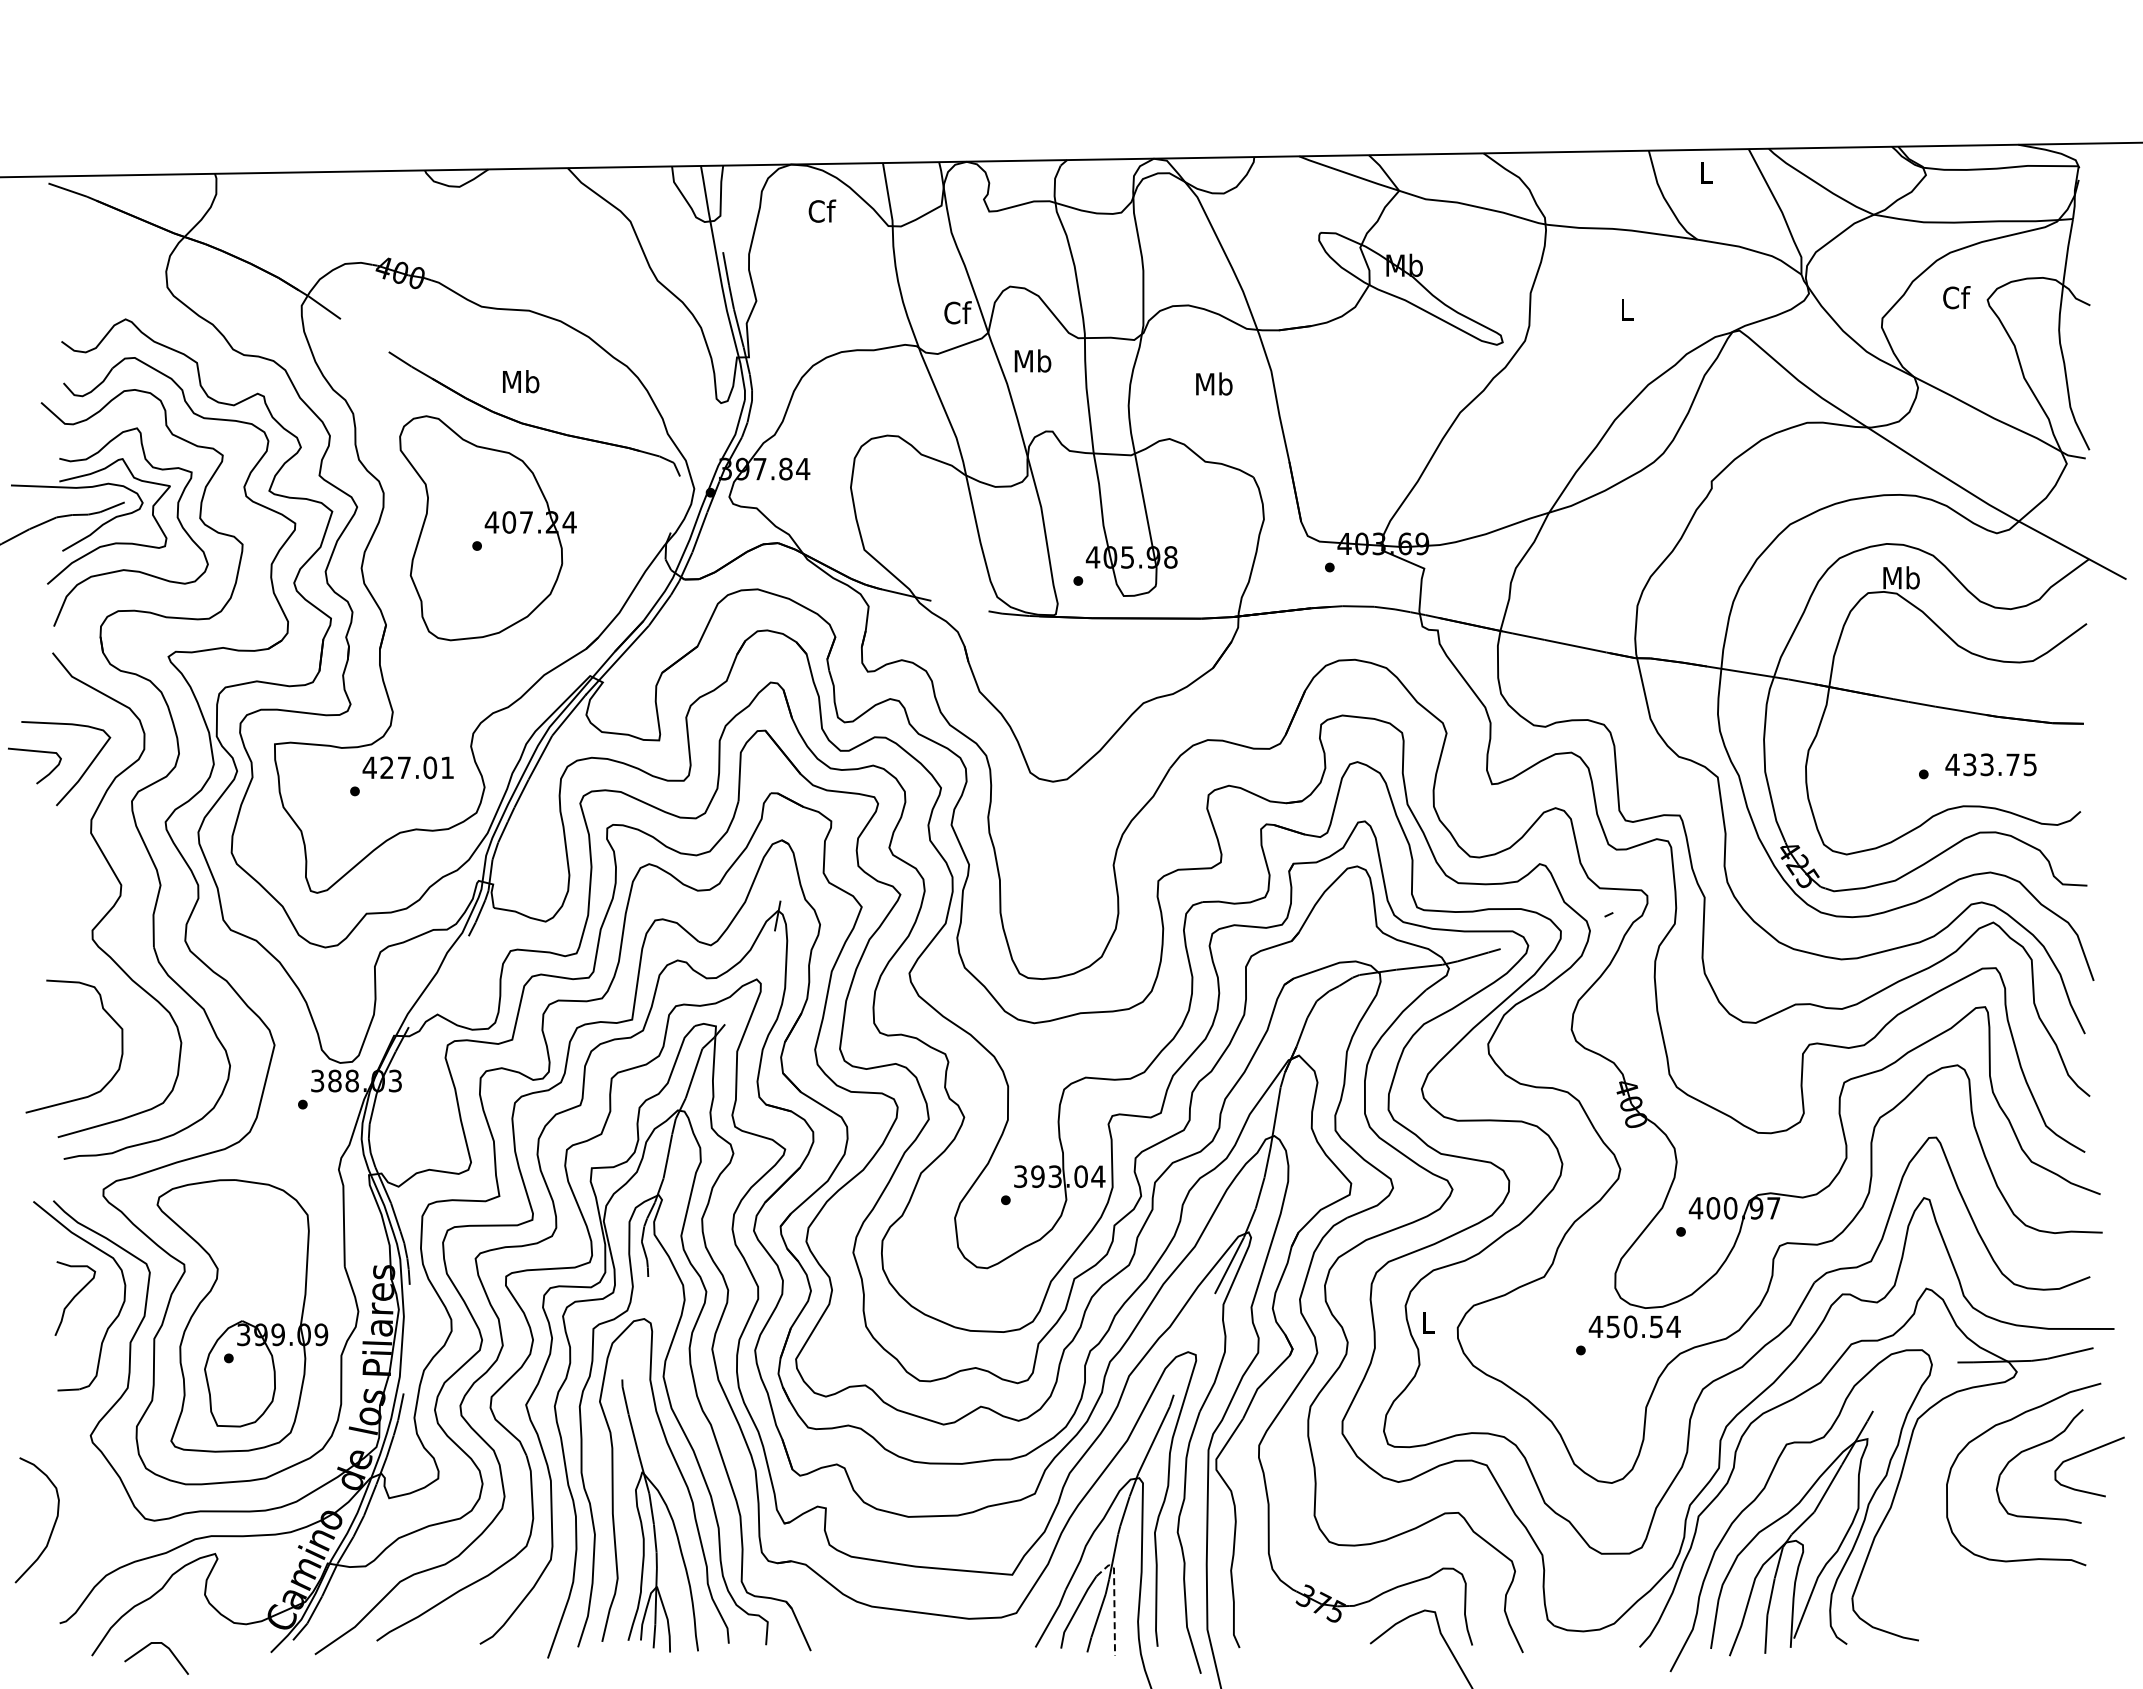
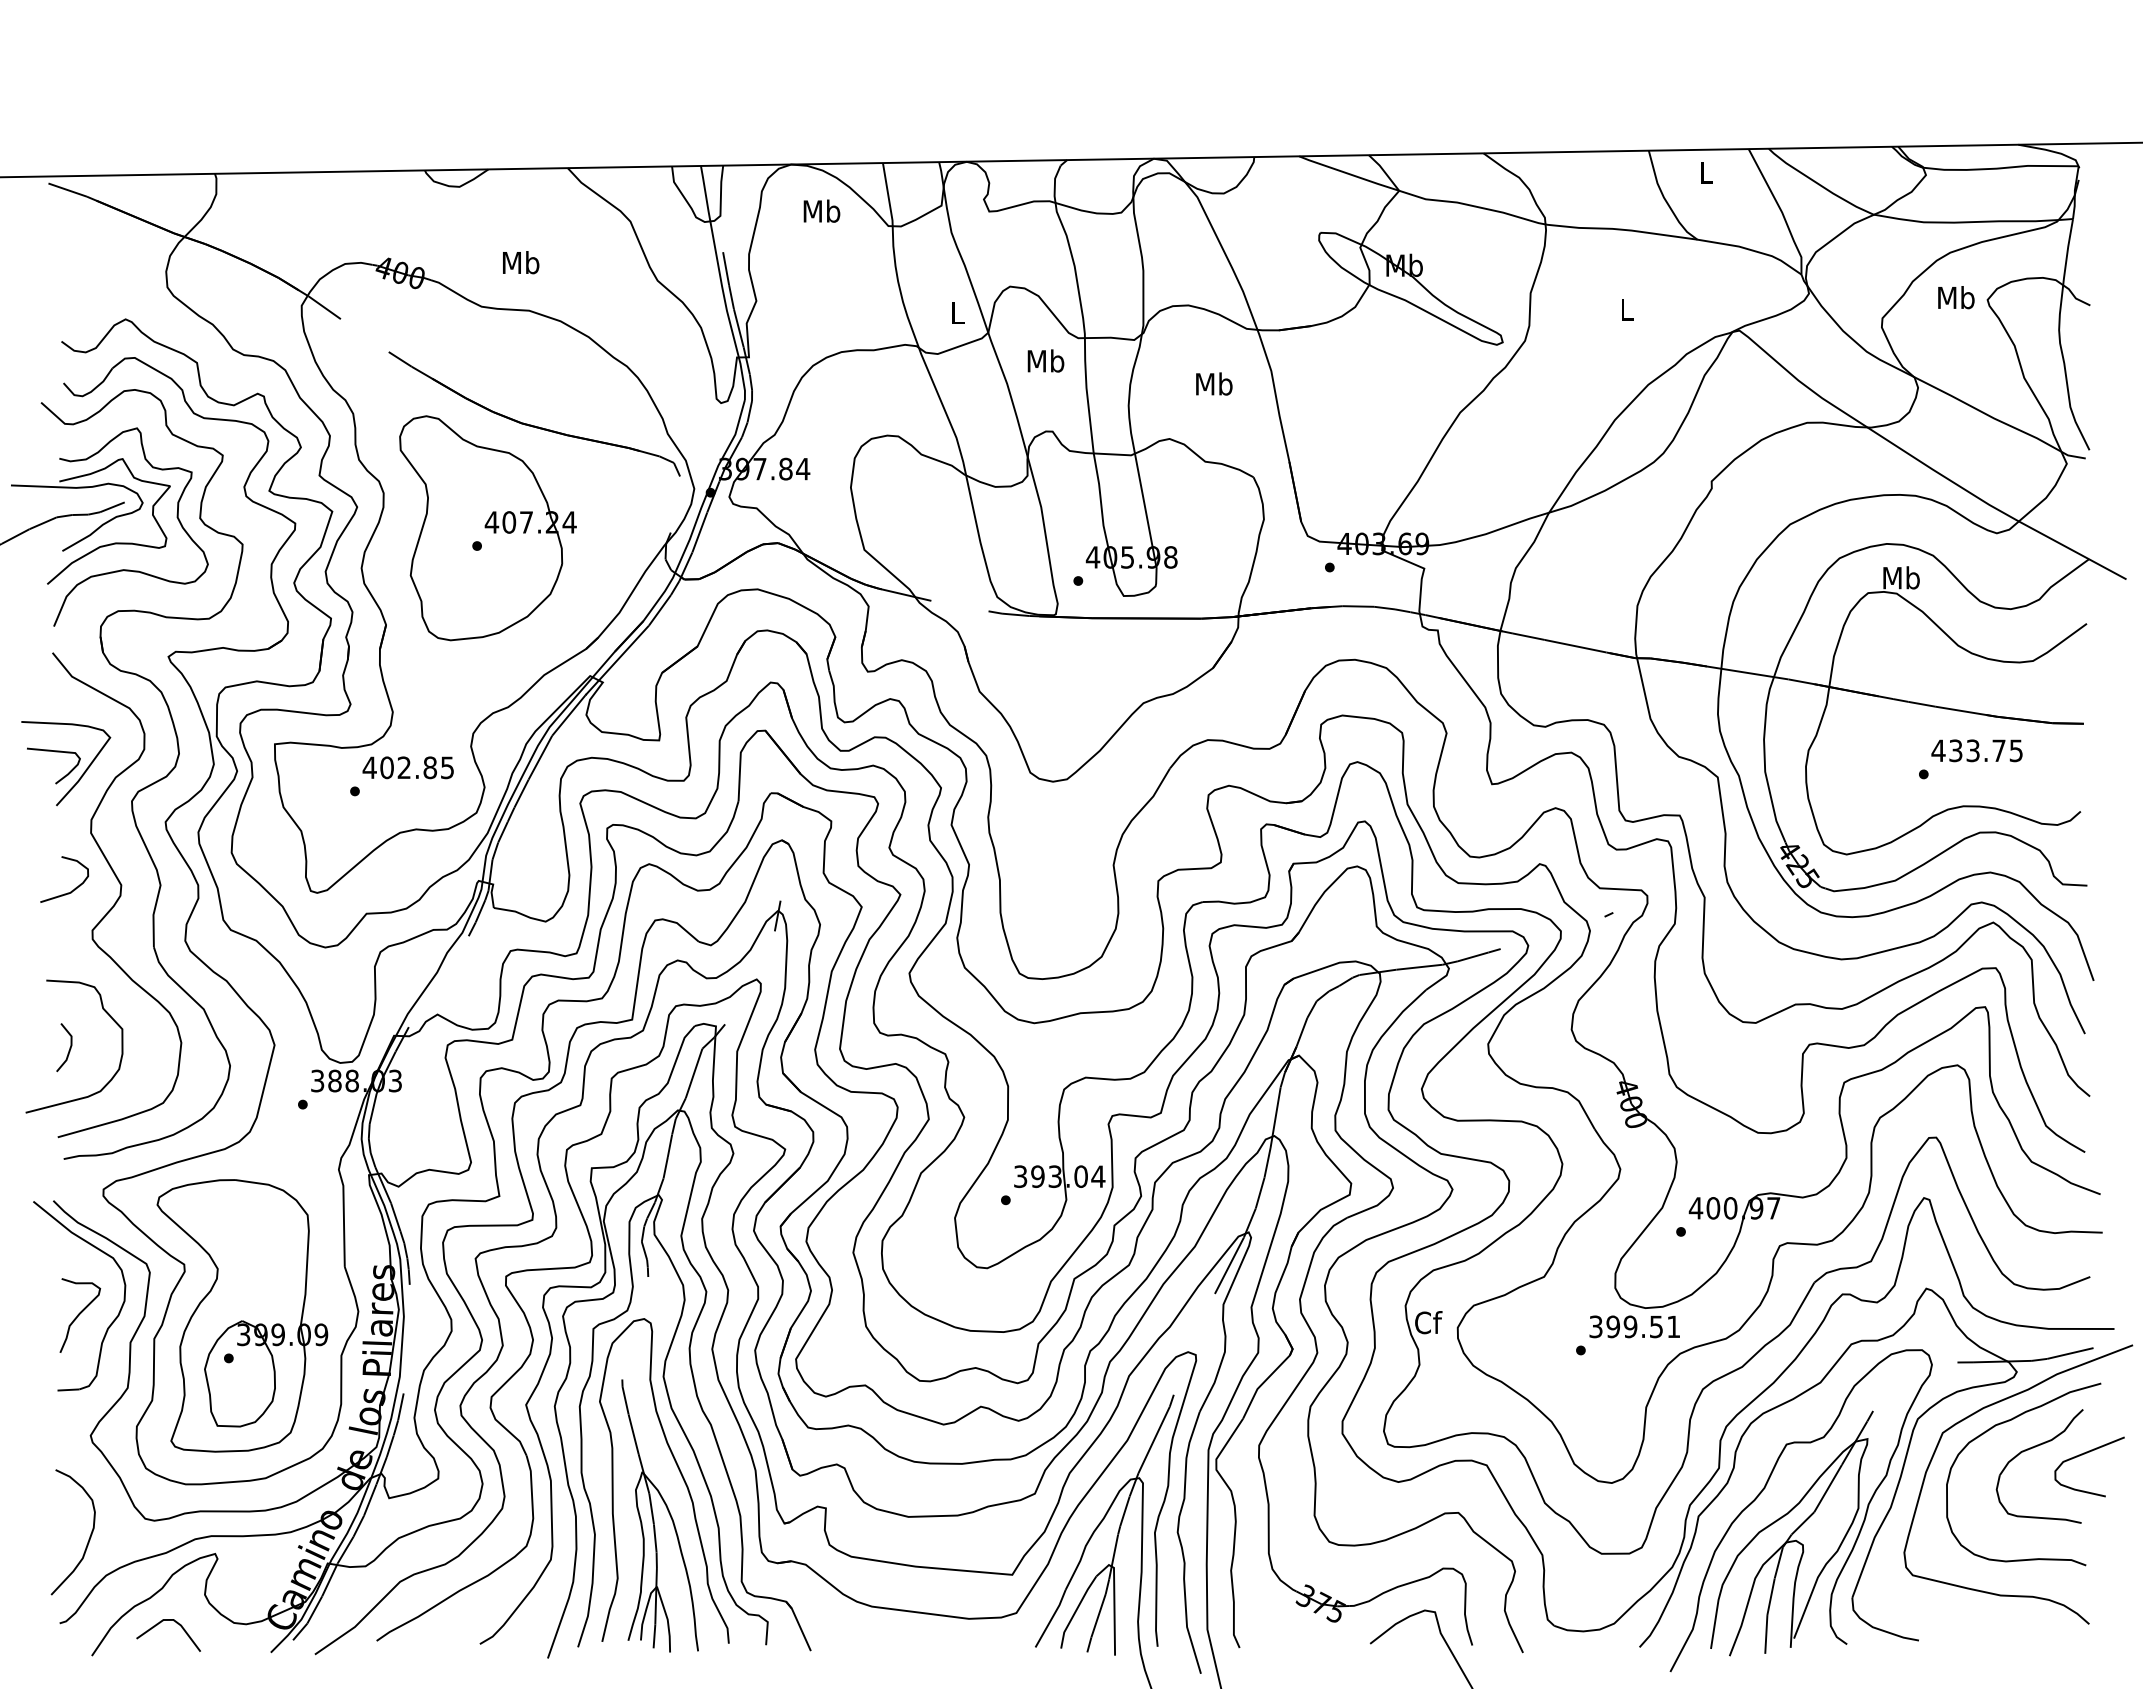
text at (821, 210): Cf -> Mb
text at (1956, 297): Cf -> Mb
text at (957, 312): Cf -> L
text at (1032, 360) position: (1032, 360) -> (1045, 360)
text at (521, 381) position: (521, 381) -> (521, 262)
curve at (36, 752) position: (36, 752) -> (55, 752)
text at (1990, 764) position: (1990, 764) -> (1976, 750)
text at (416, 767): 427.01 -> 402.85
curve at (71, 890): none -> present
line at (69, 1047): none -> present
curve at (75, 1297) position: (75, 1297) -> (80, 1314)
text at (1428, 1322): L -> Cf
text at (1634, 1326): 450.54 -> 399.51
curve at (1976, 1413): none -> present
curve at (53, 1524) position: (53, 1524) -> (89, 1536)
line at (1114, 1599): dashed -> solid
line at (165, 1647) position: (165, 1647) -> (177, 1624)
